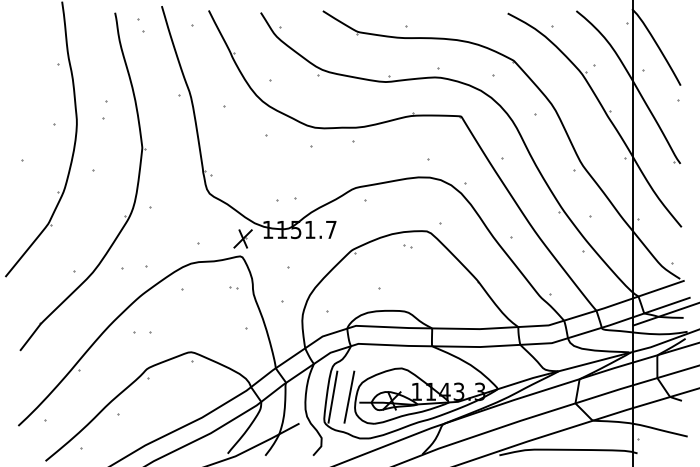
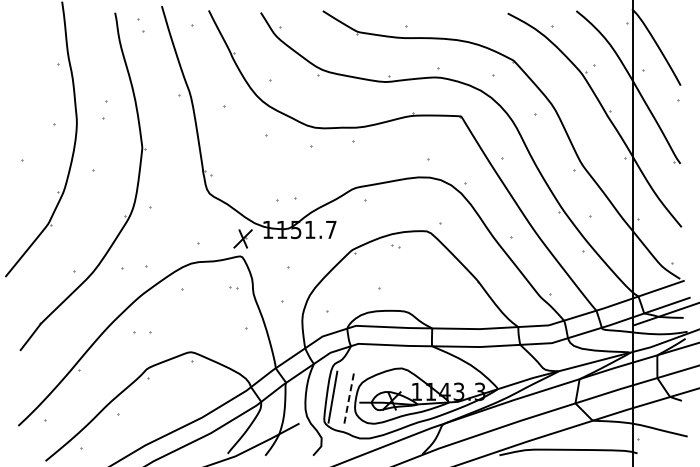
part at (407, 246) position: (407, 246) -> (395, 246)
line at (349, 397): solid -> dashed
